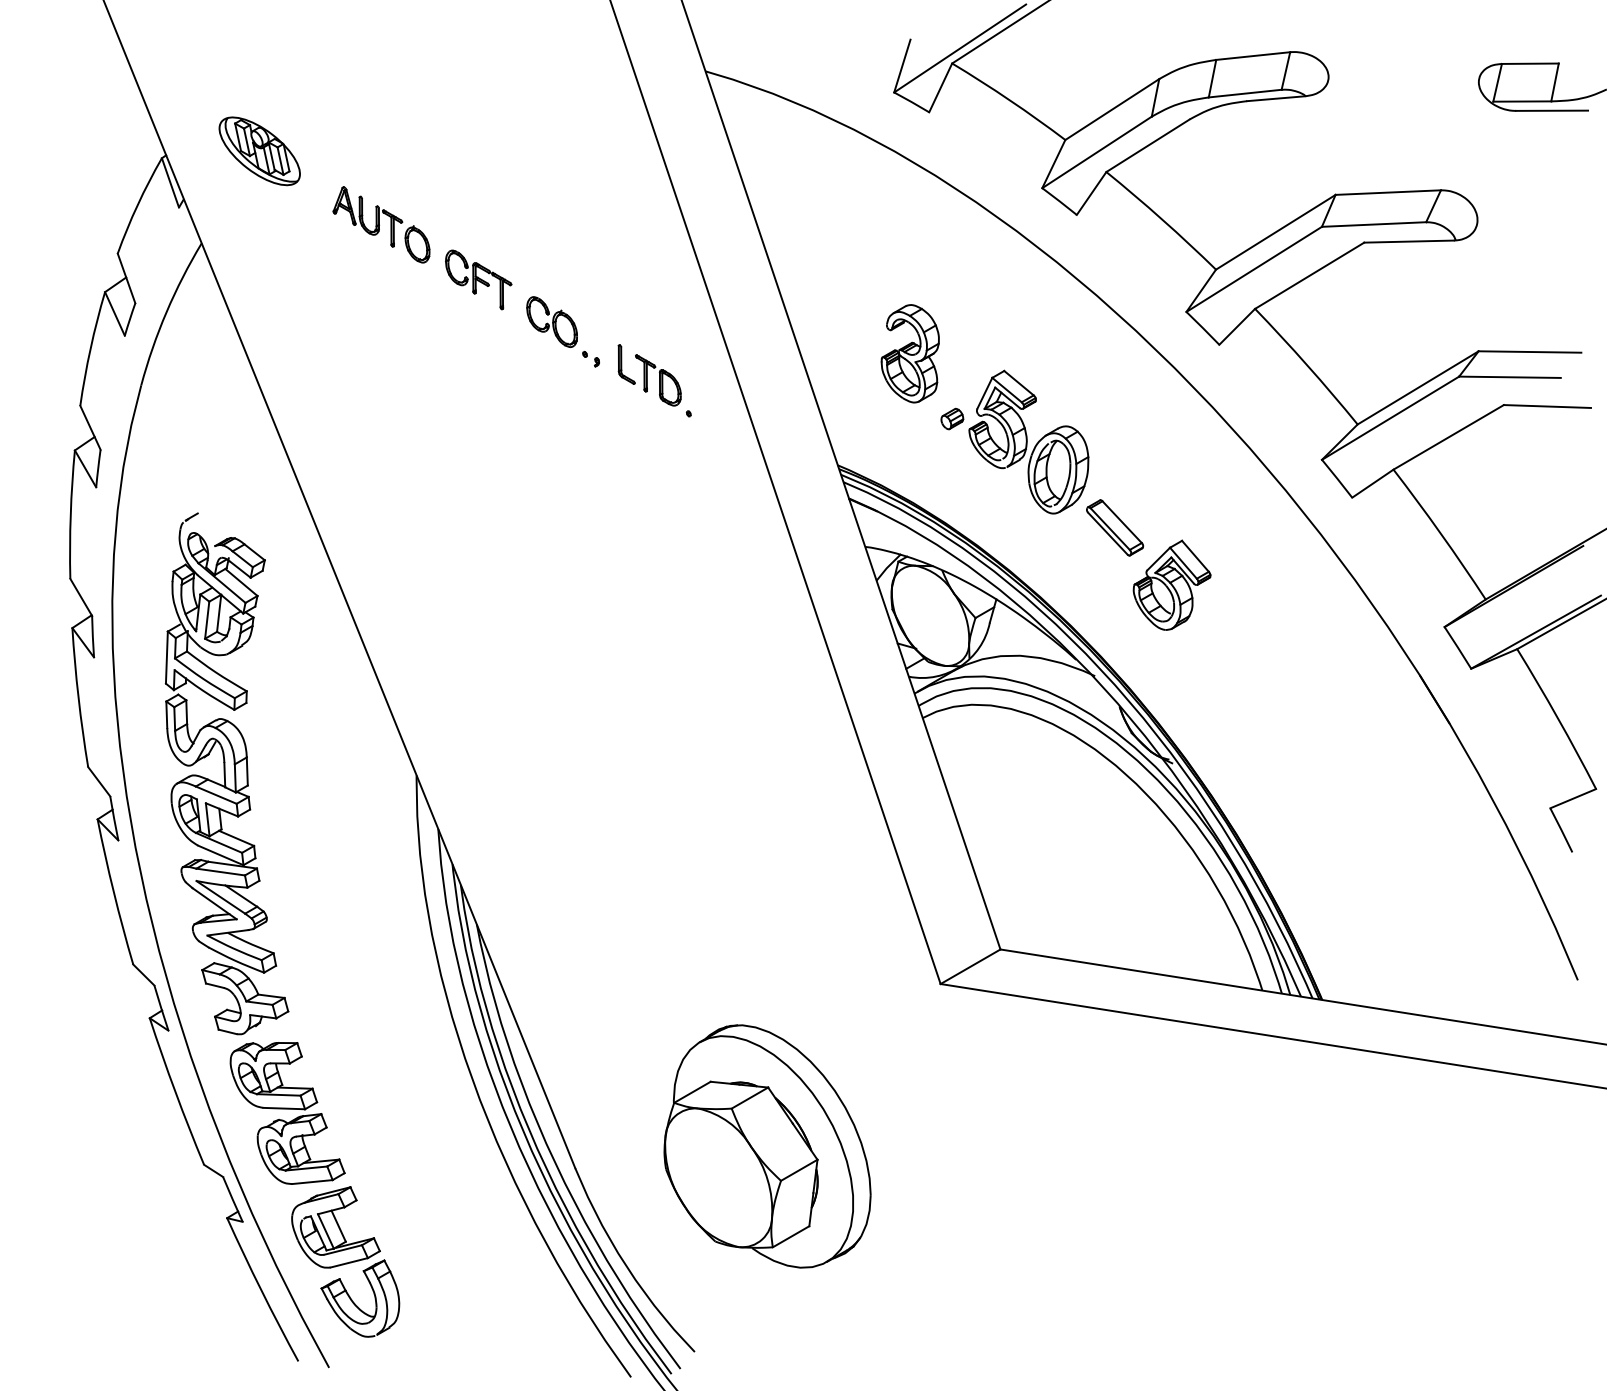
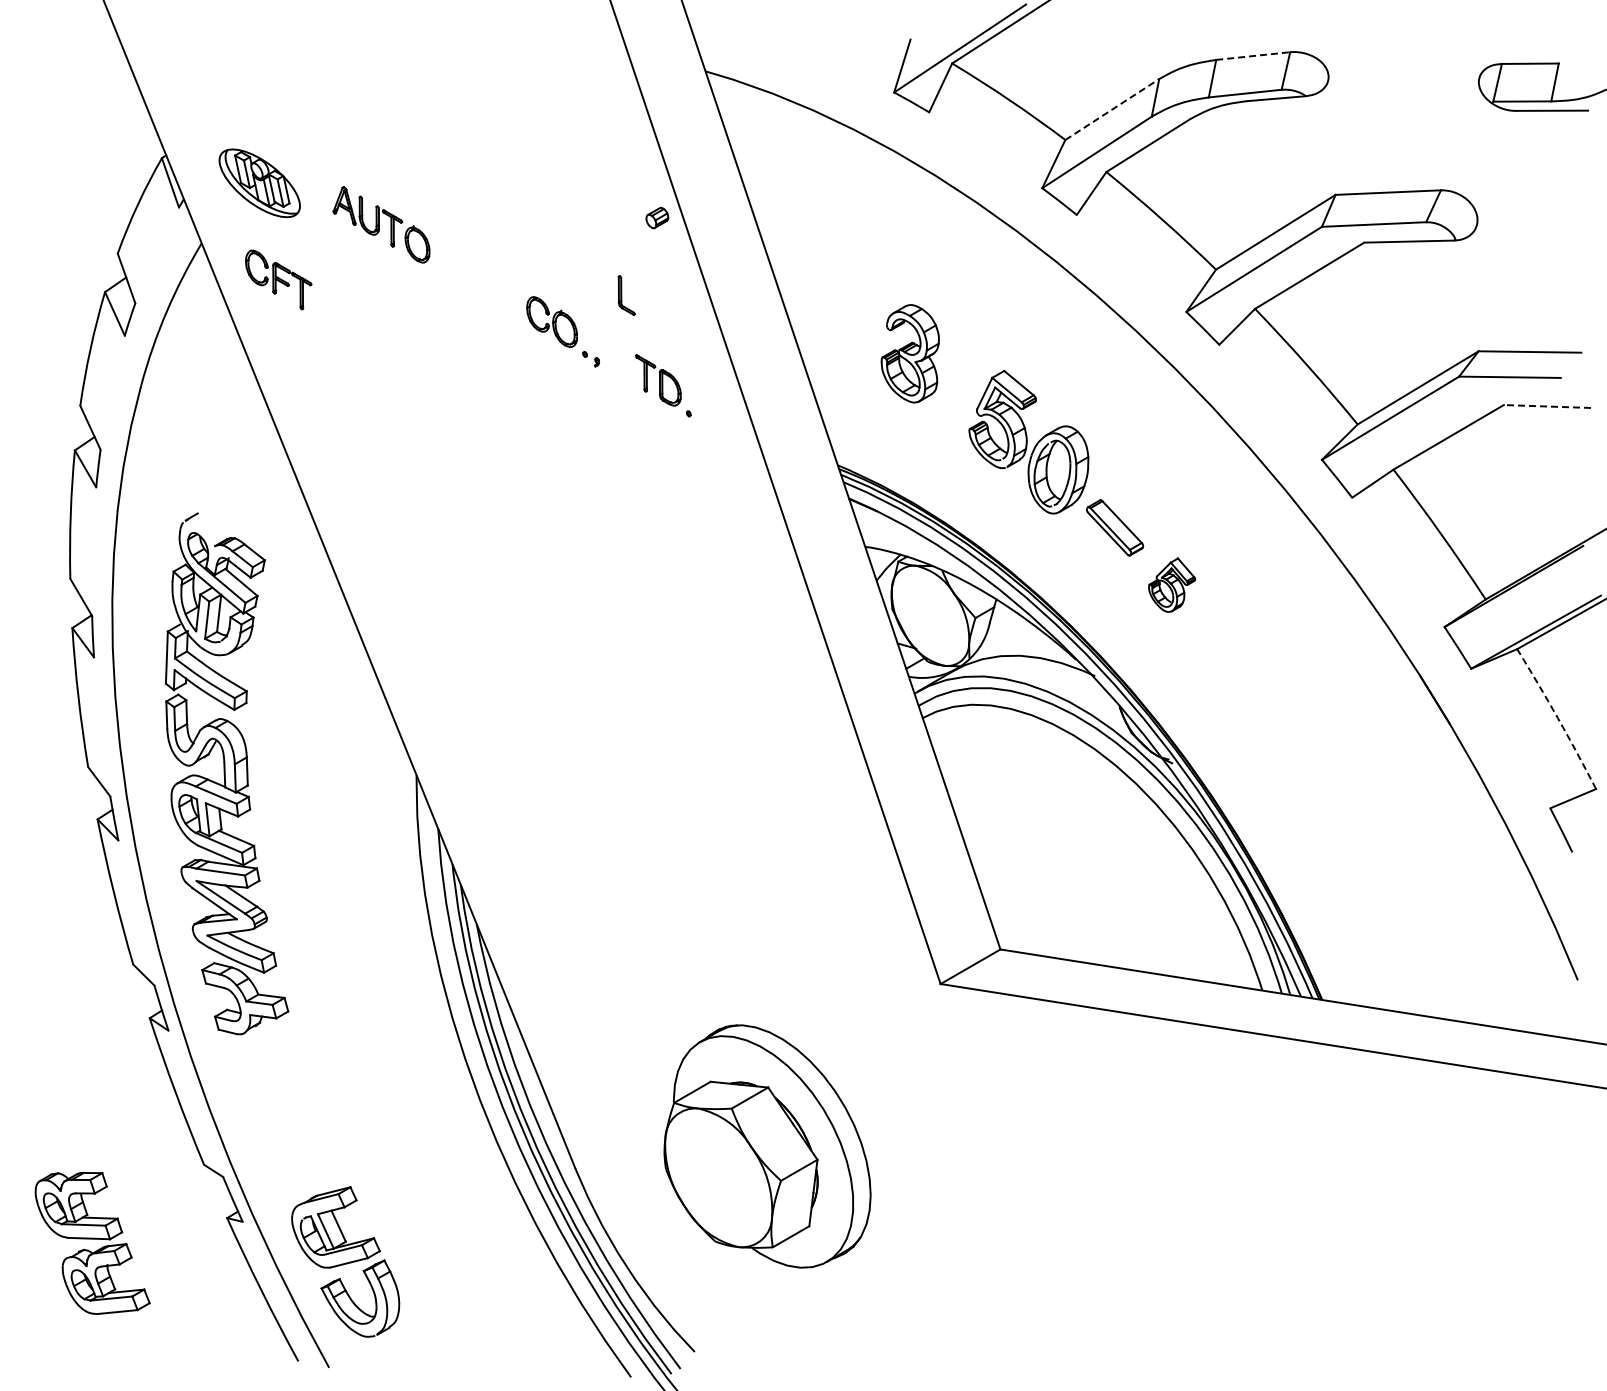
line at (1253, 56): solid -> dashed
line at (1112, 109): solid -> dashed
part at (259, 151) position: (259, 151) -> (259, 183)
part at (478, 279) position: (478, 279) -> (278, 279)
part at (626, 364) position: (626, 364) -> (626, 295)
line at (1547, 406): solid -> dashed
part at (952, 418) position: (952, 418) -> (657, 217)
part at (1171, 584) size: 80x92 px -> 49x56 px
arc at (1557, 718): solid -> dashed
part at (287, 1113) position: (287, 1113) -> (92, 1243)
